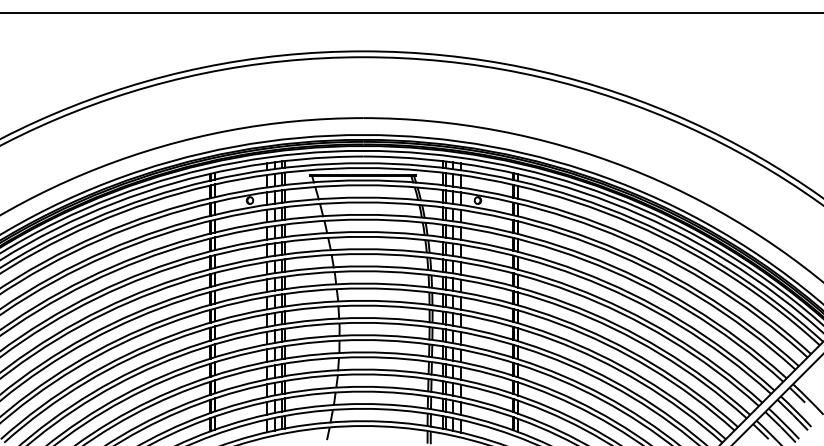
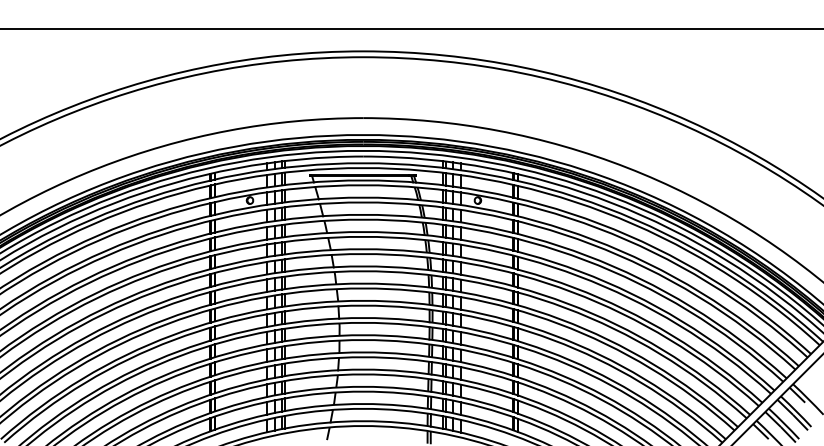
line at (411, 13) position: (411, 13) -> (411, 29)
